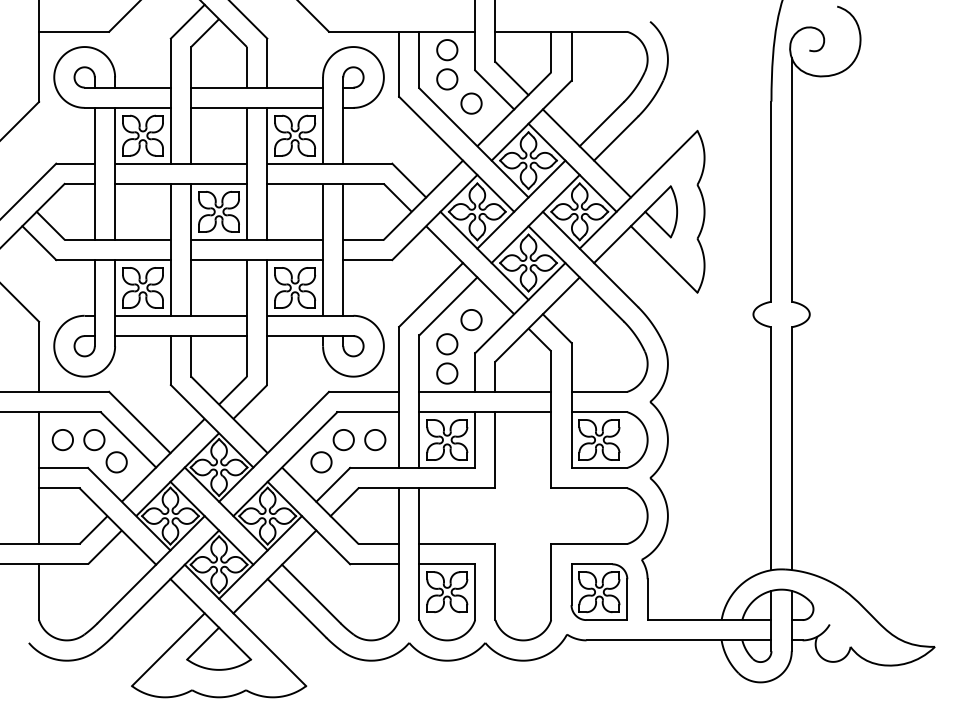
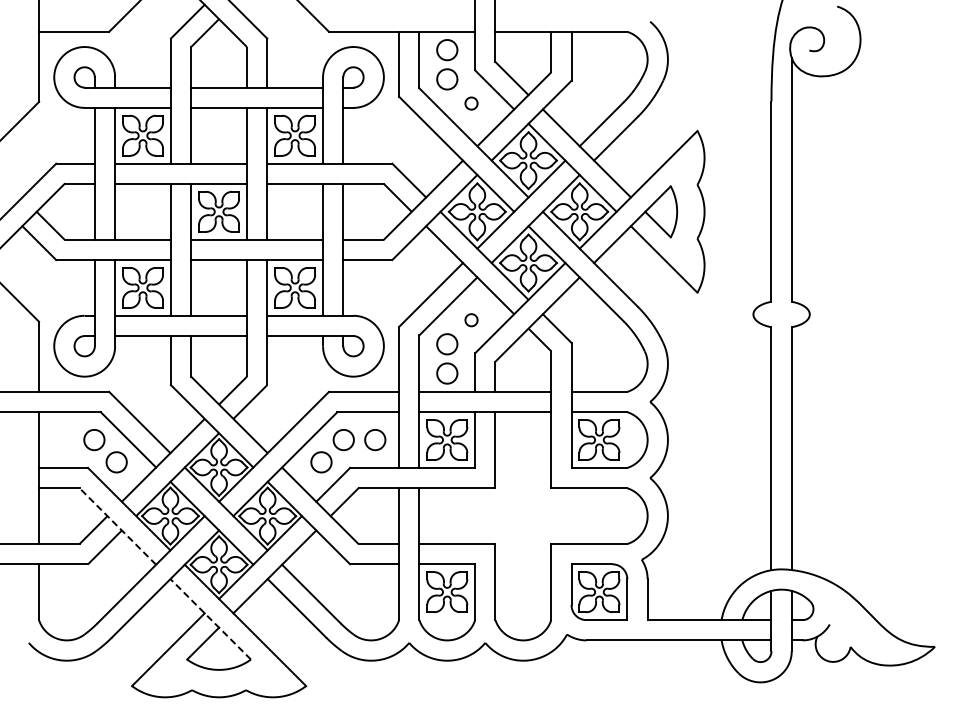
part at (471, 103) size: 23x23 px -> 15x15 px
part at (471, 320) size: 23x23 px -> 15x15 px
part at (62, 440): present -> none
line at (117, 526): solid -> dashed
line at (210, 619): solid -> dashed
